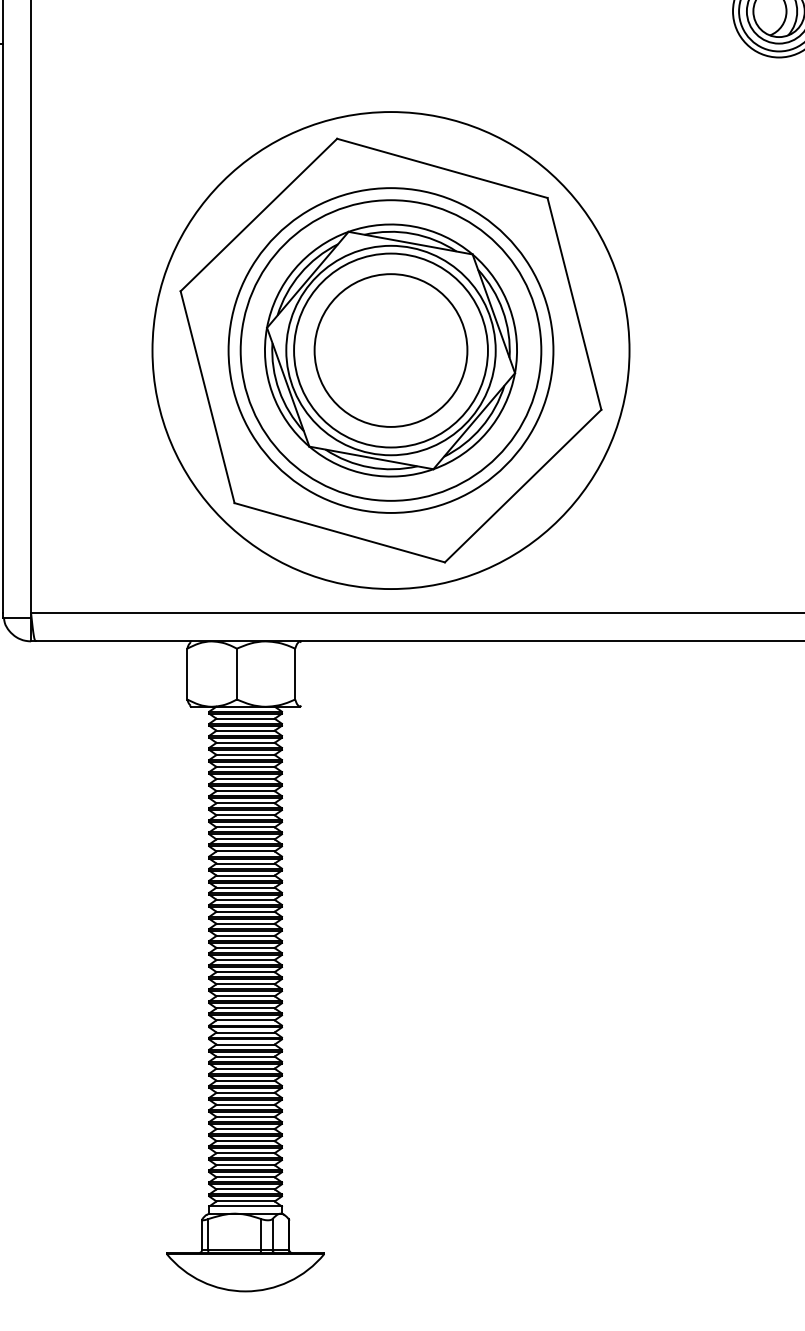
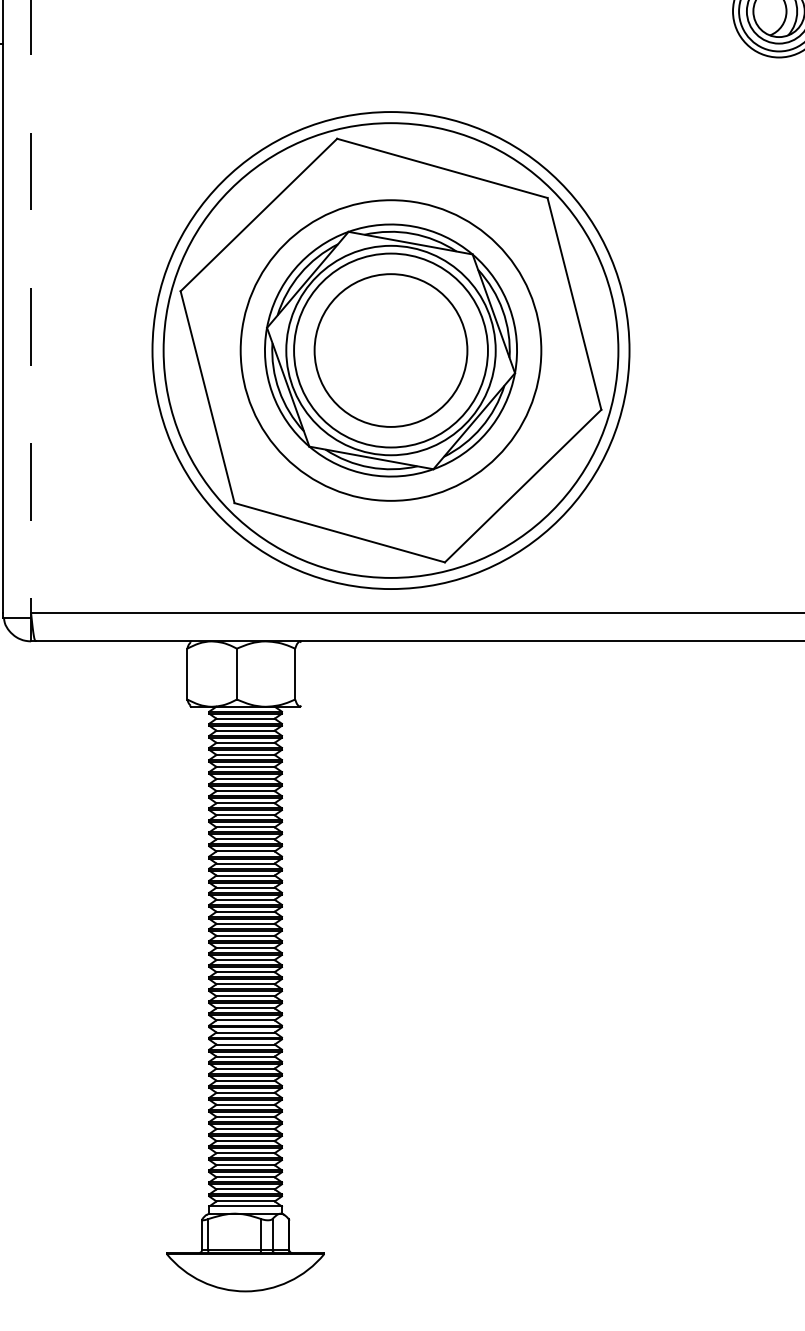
line at (31, 307): solid -> dashed
circle at (390, 350) diameter: 325 px -> 455 px
